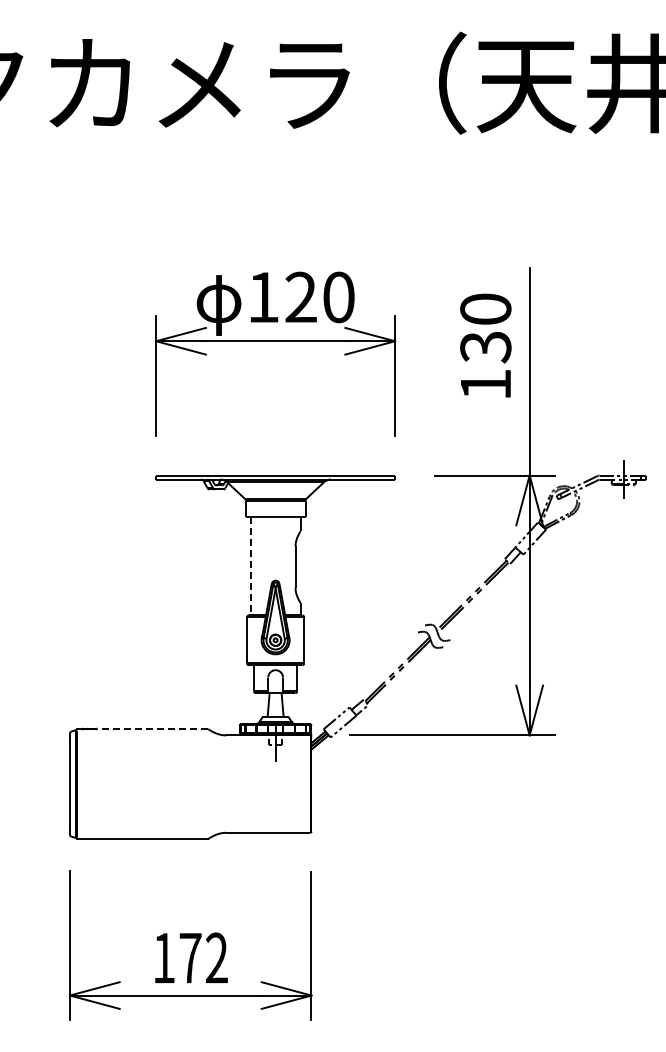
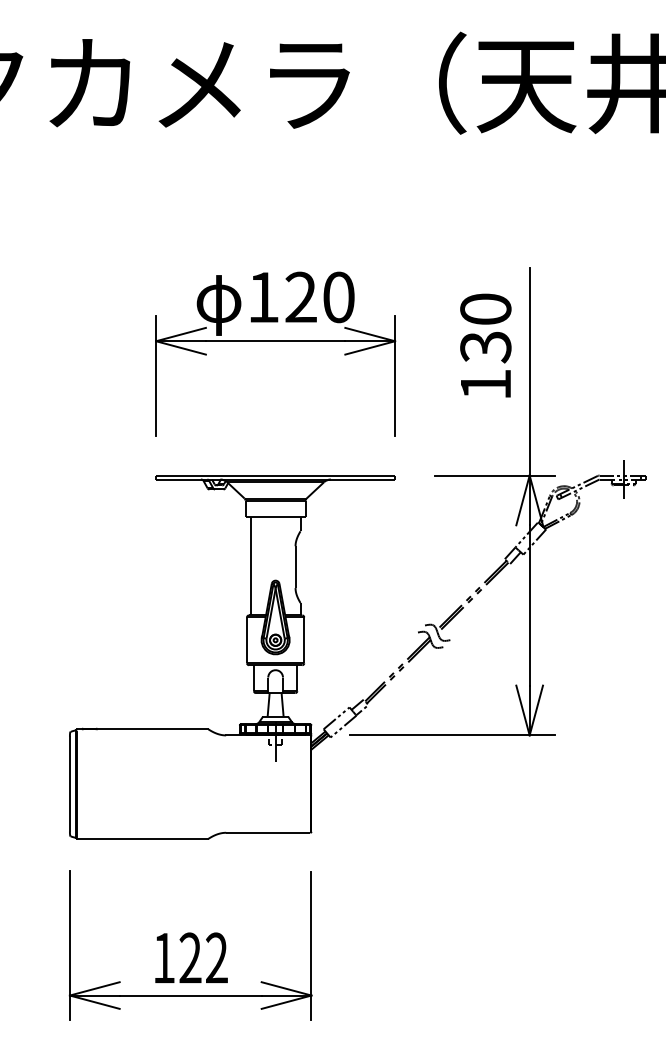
line at (250, 566): dashed -> solid
line at (152, 729): dashed -> solid
text at (190, 957): 172 -> 122
